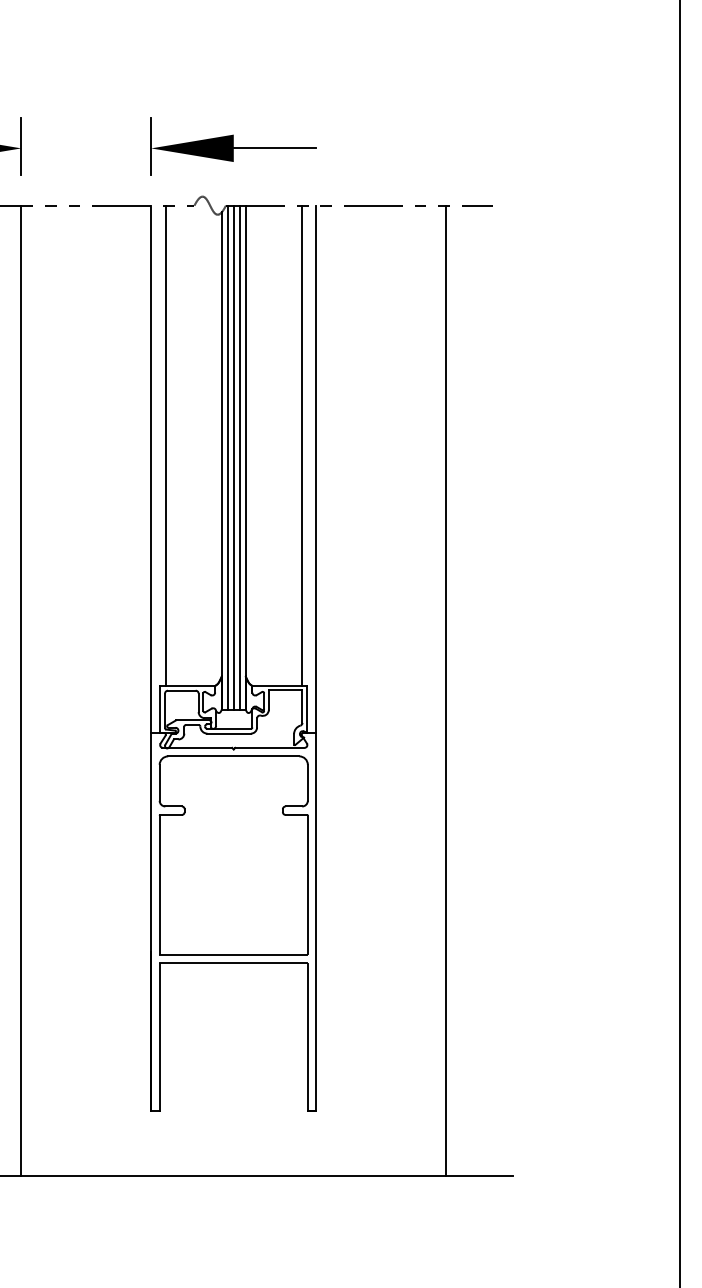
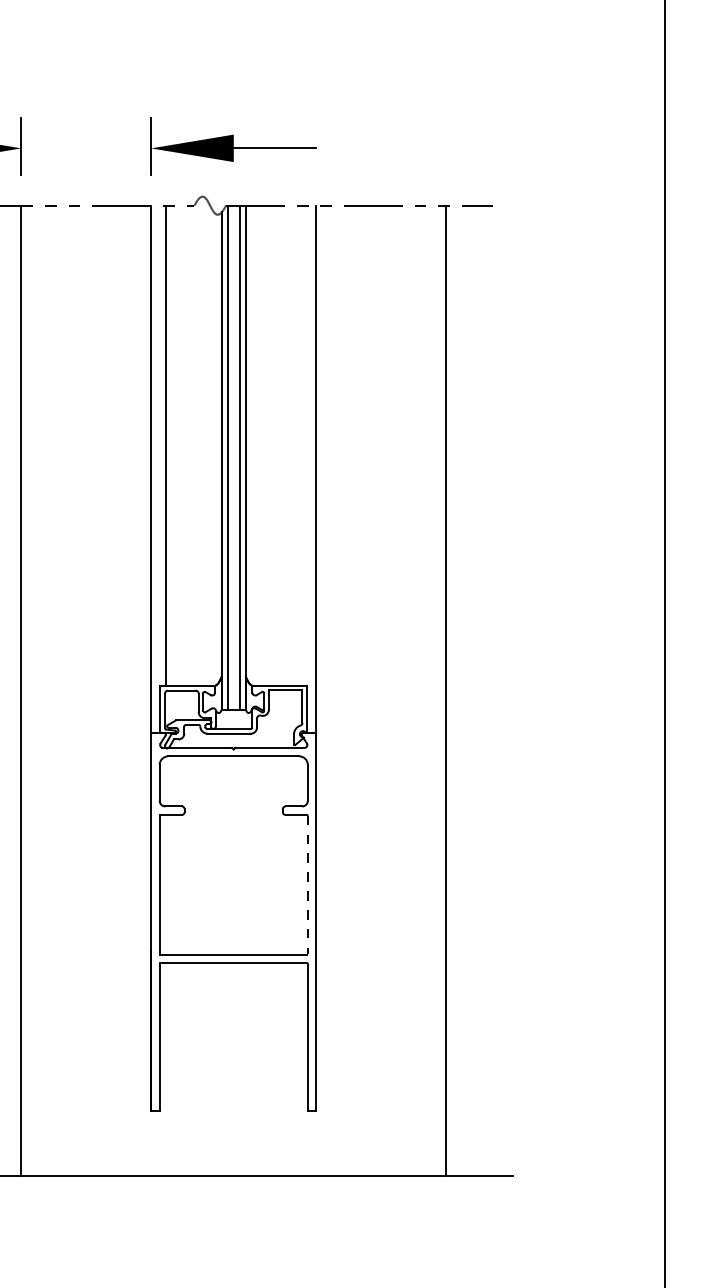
line at (301, 445): present -> none
line at (233, 457): present -> none
line at (680, 643) position: (680, 643) -> (665, 643)
line at (307, 885): solid -> dashed
